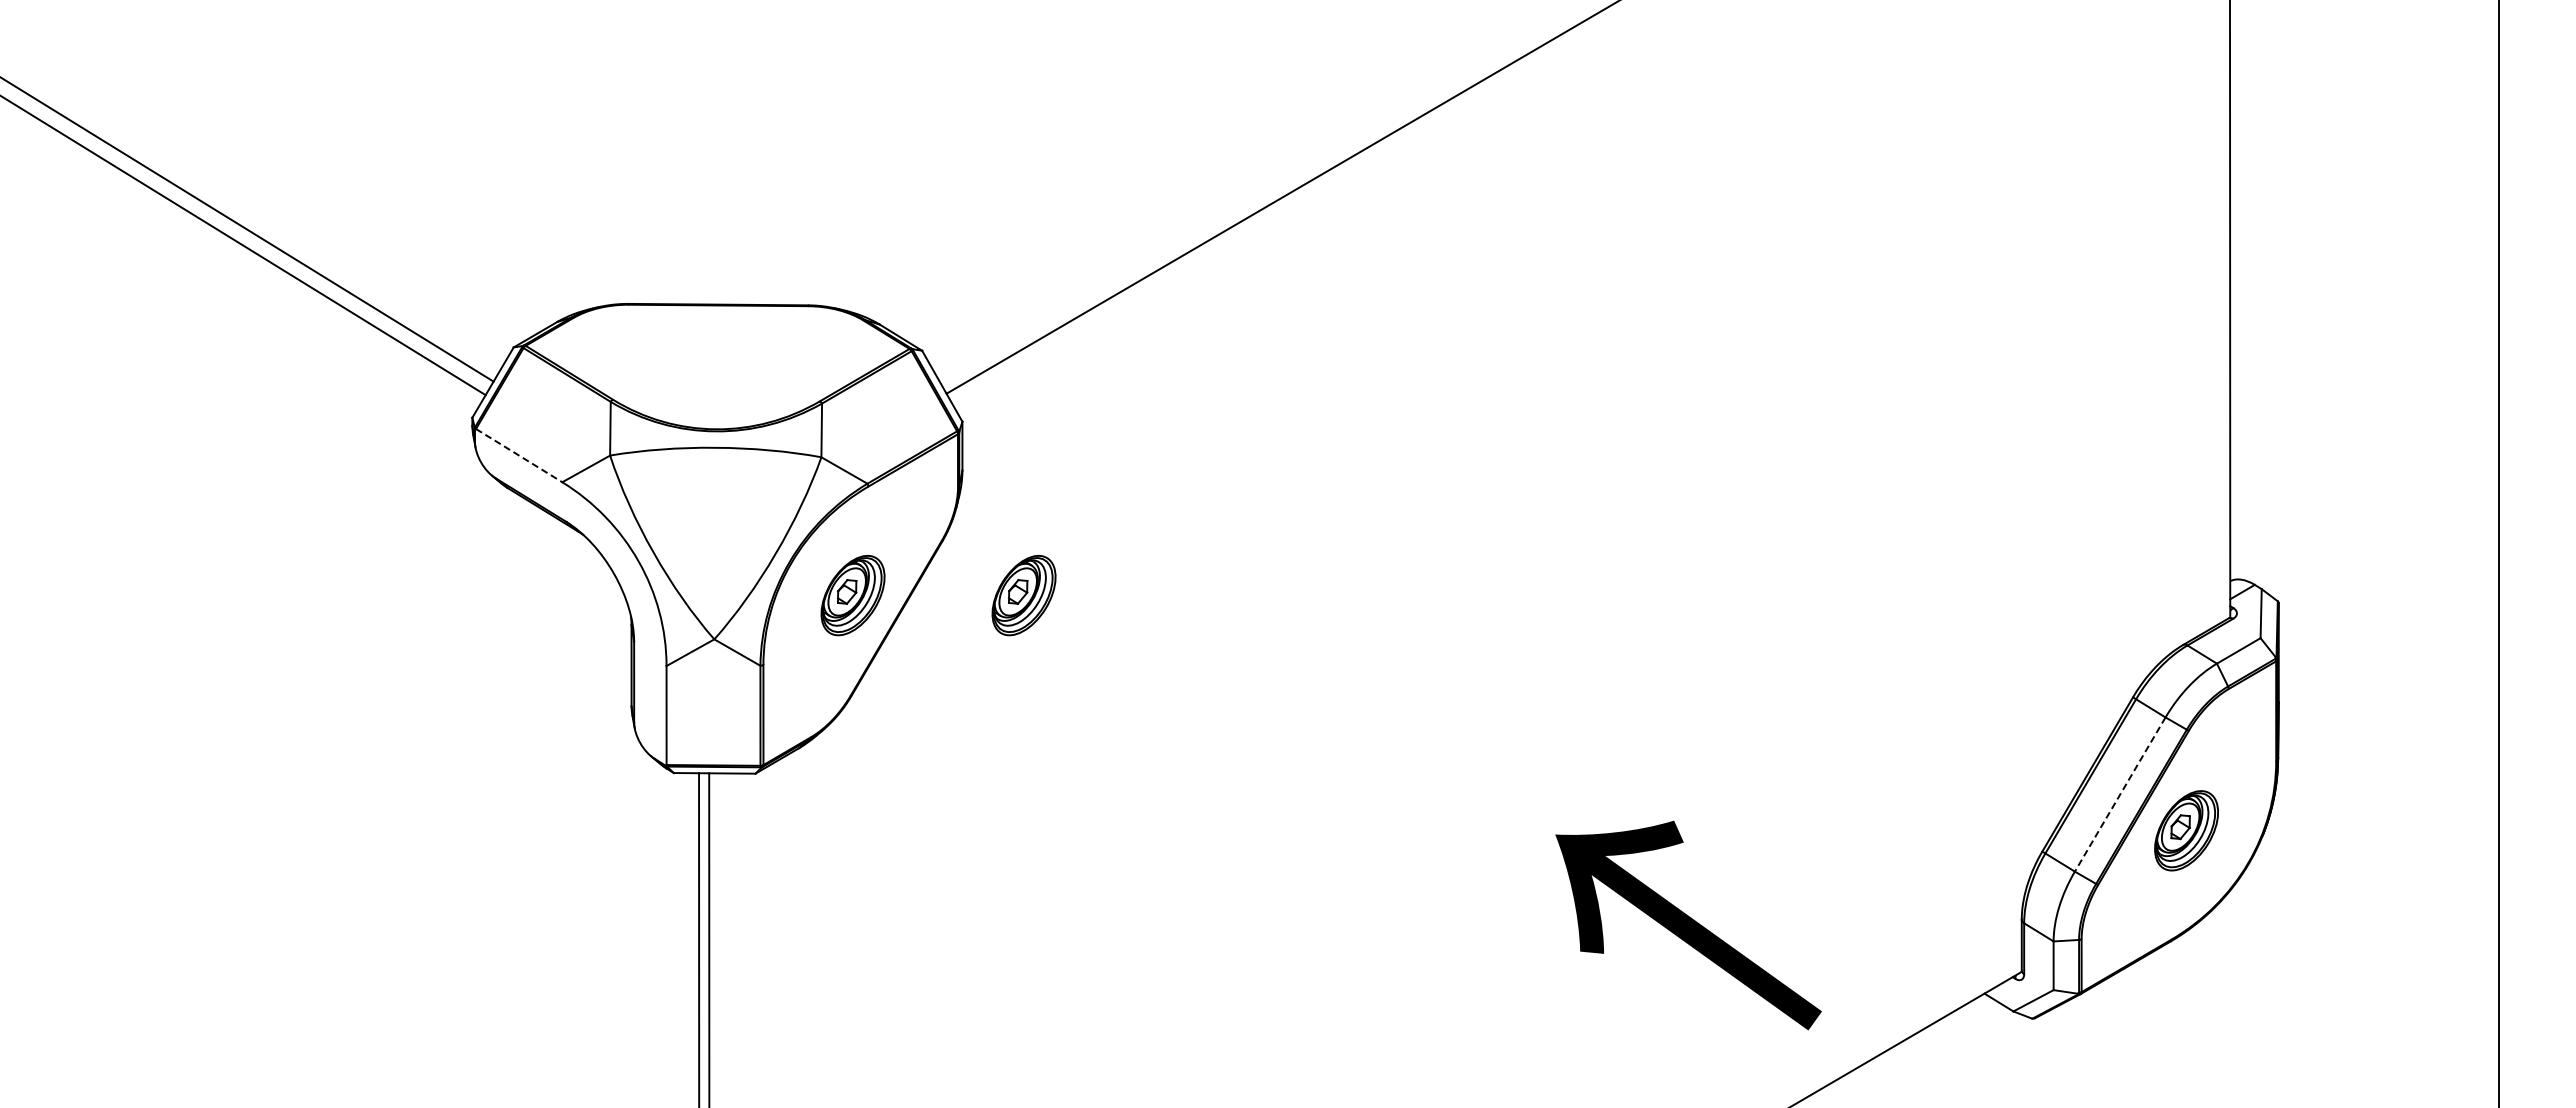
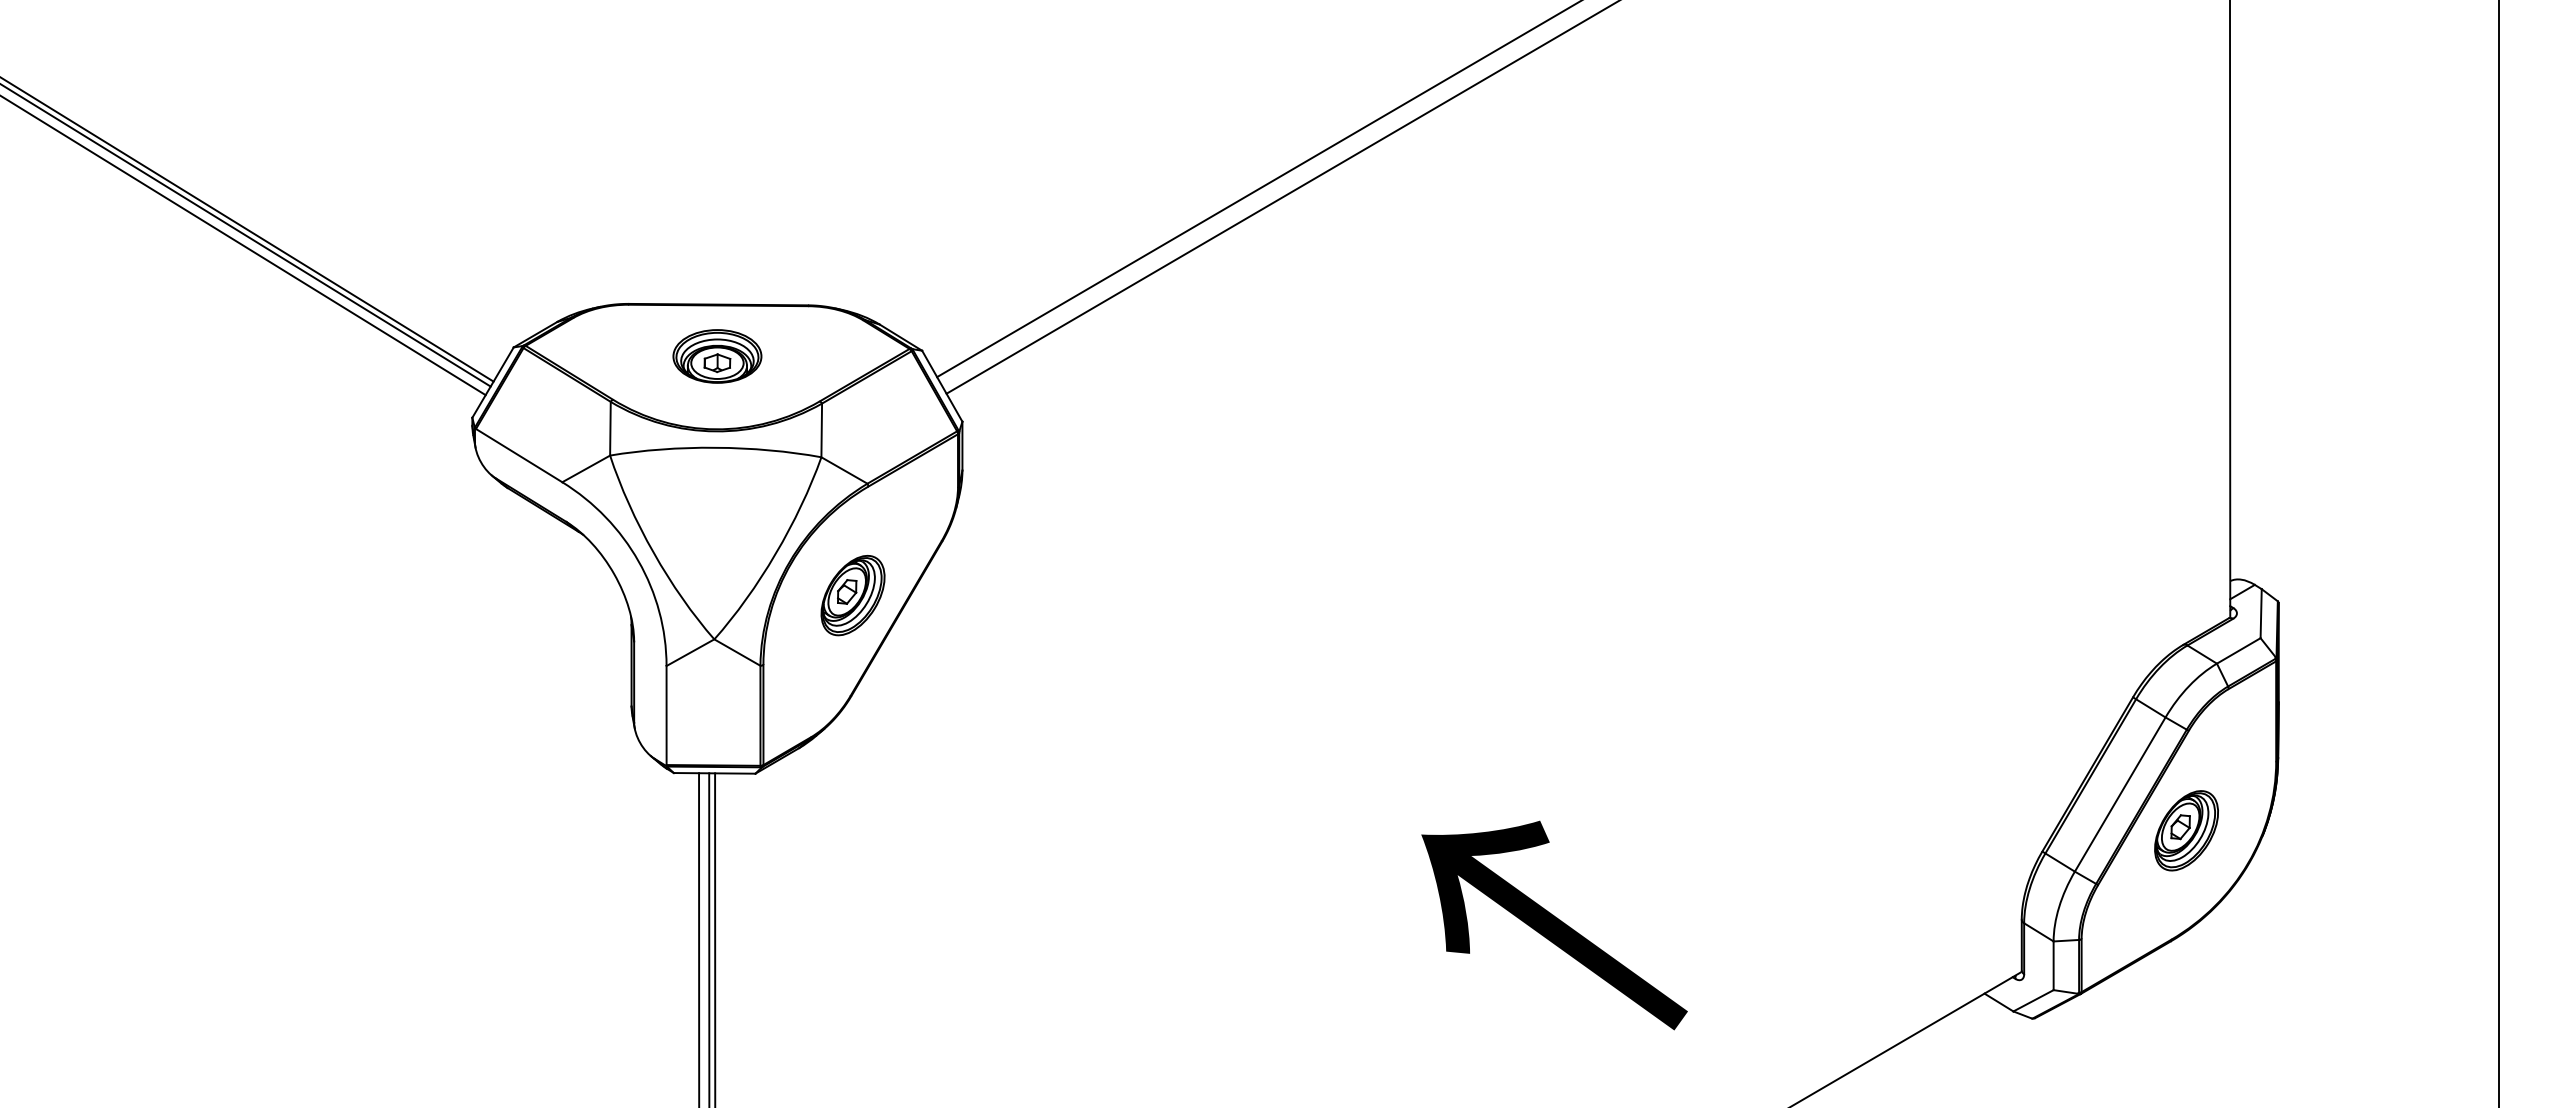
line at (1257, 189): none -> present
line at (246, 235): none -> present
part at (717, 356): none -> present
line at (519, 455): dashed -> solid
part at (1023, 595): present -> none
line at (2119, 794): dashed -> solid
text at (1688, 925) position: (1688, 925) -> (1554, 925)
line at (715, 938): none -> present
